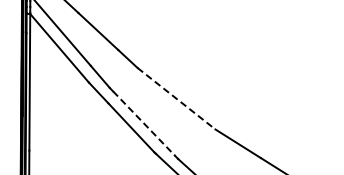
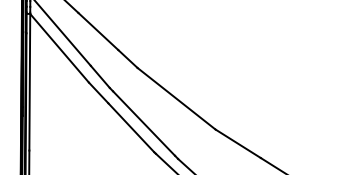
line at (176, 98): dashed -> solid
line at (144, 123): dashed -> solid
